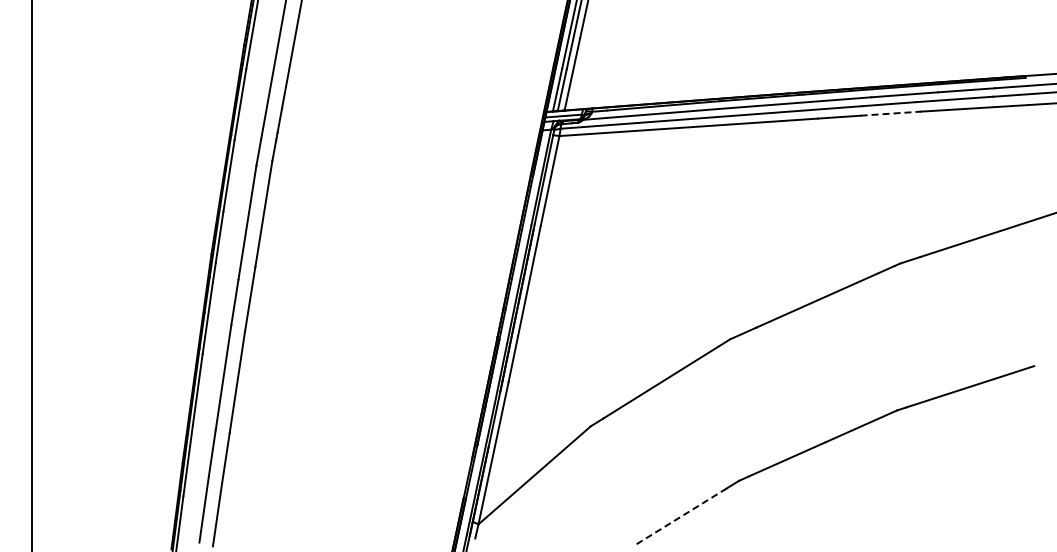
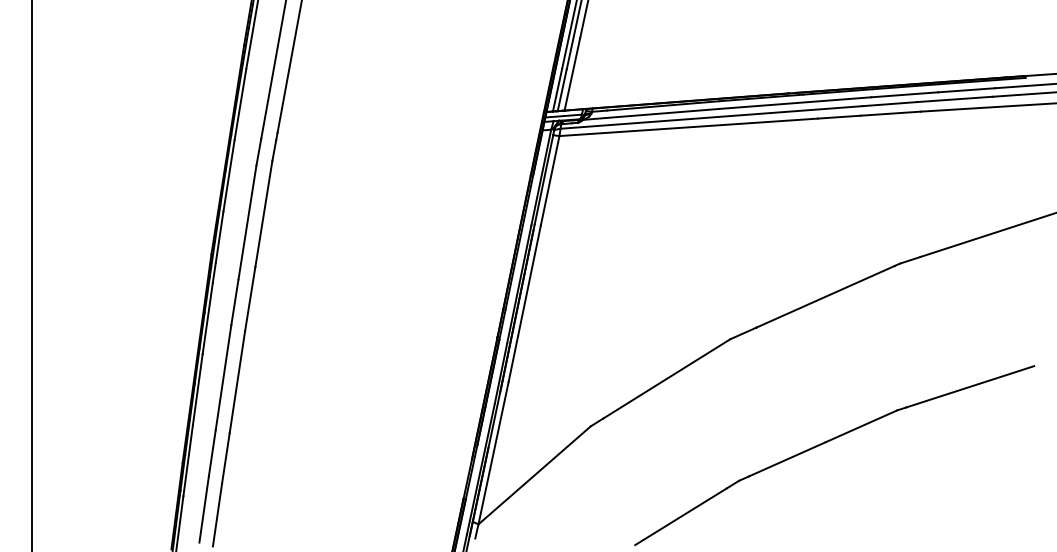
line at (891, 113): dashed -> solid
line at (681, 516): dashed -> solid
